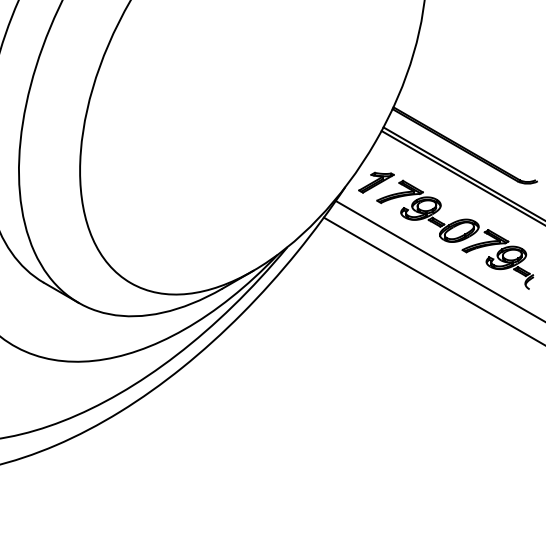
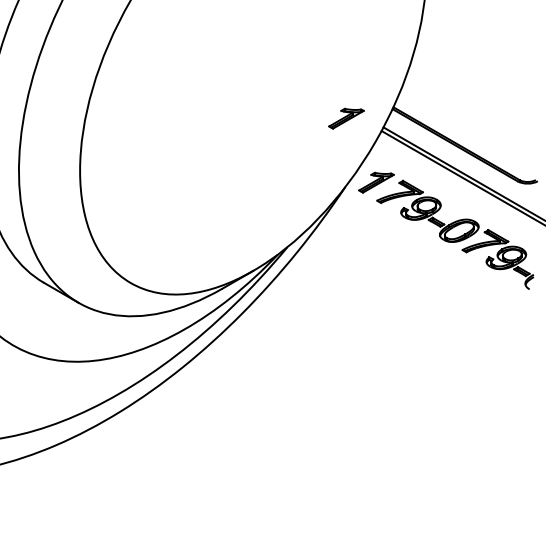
part at (346, 118): none -> present
line at (438, 260): present -> none
line at (432, 280): present -> none
